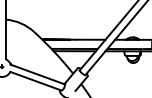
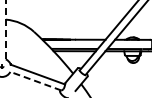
line at (5, 29): solid -> dashed
line at (35, 81): solid -> dashed
